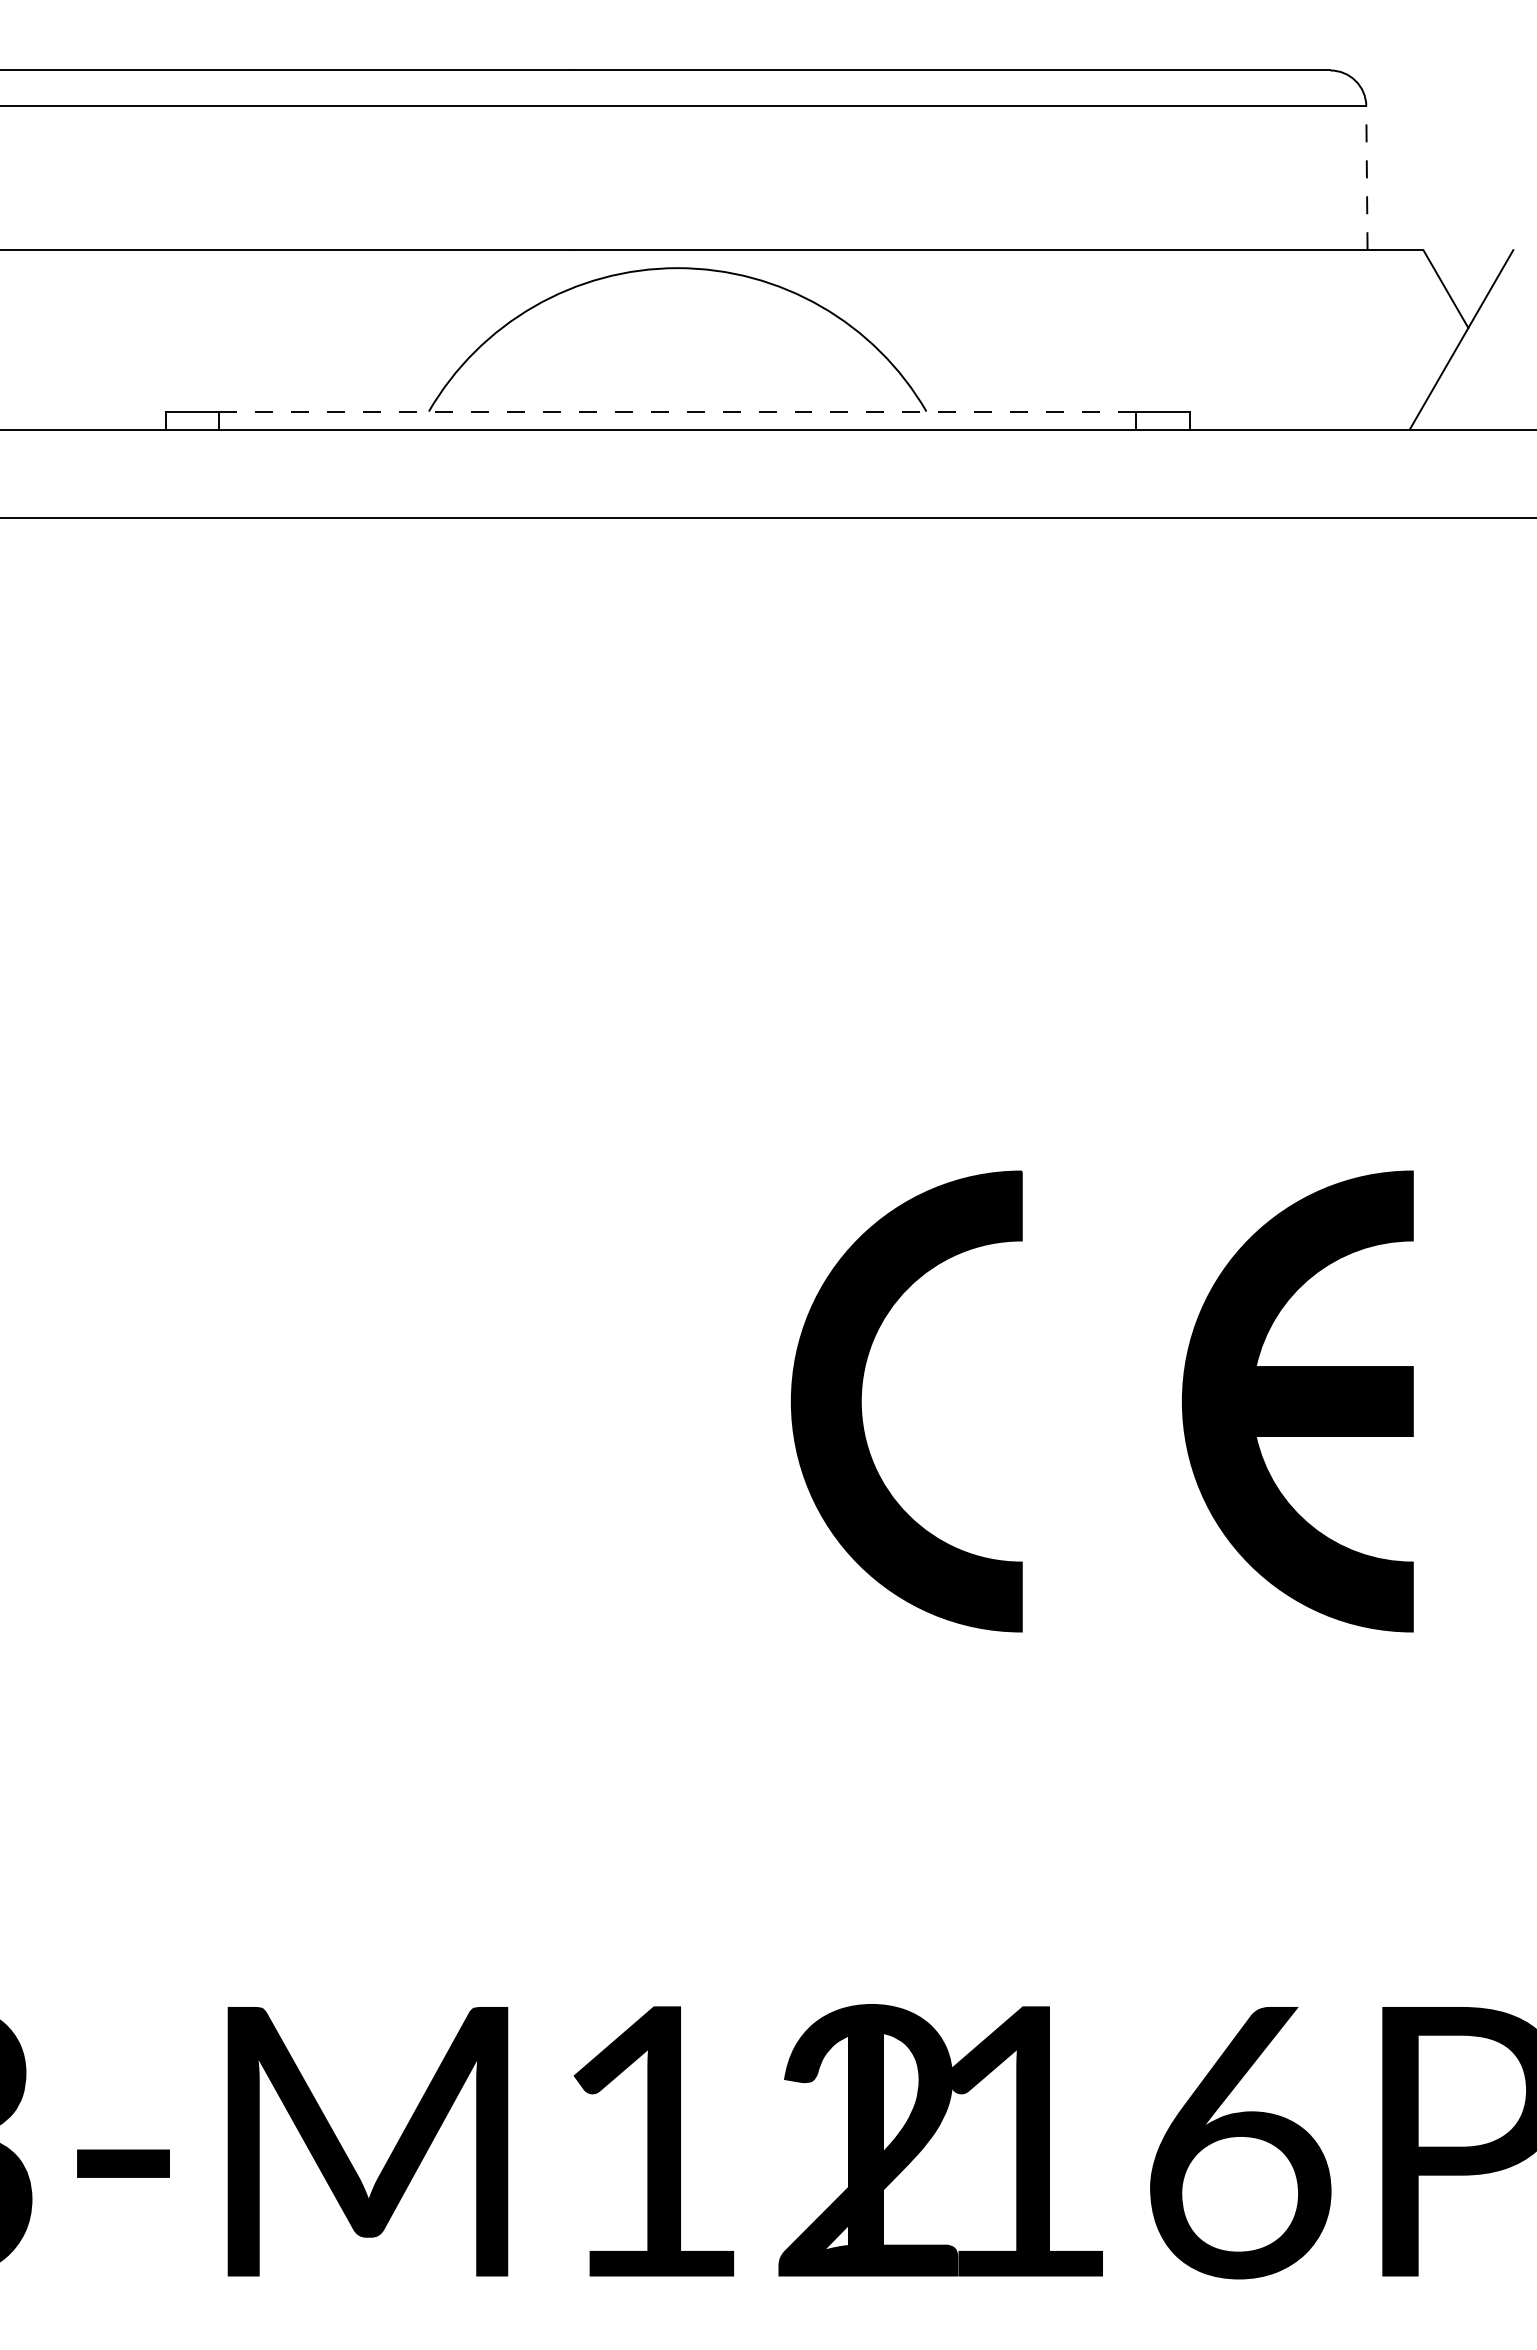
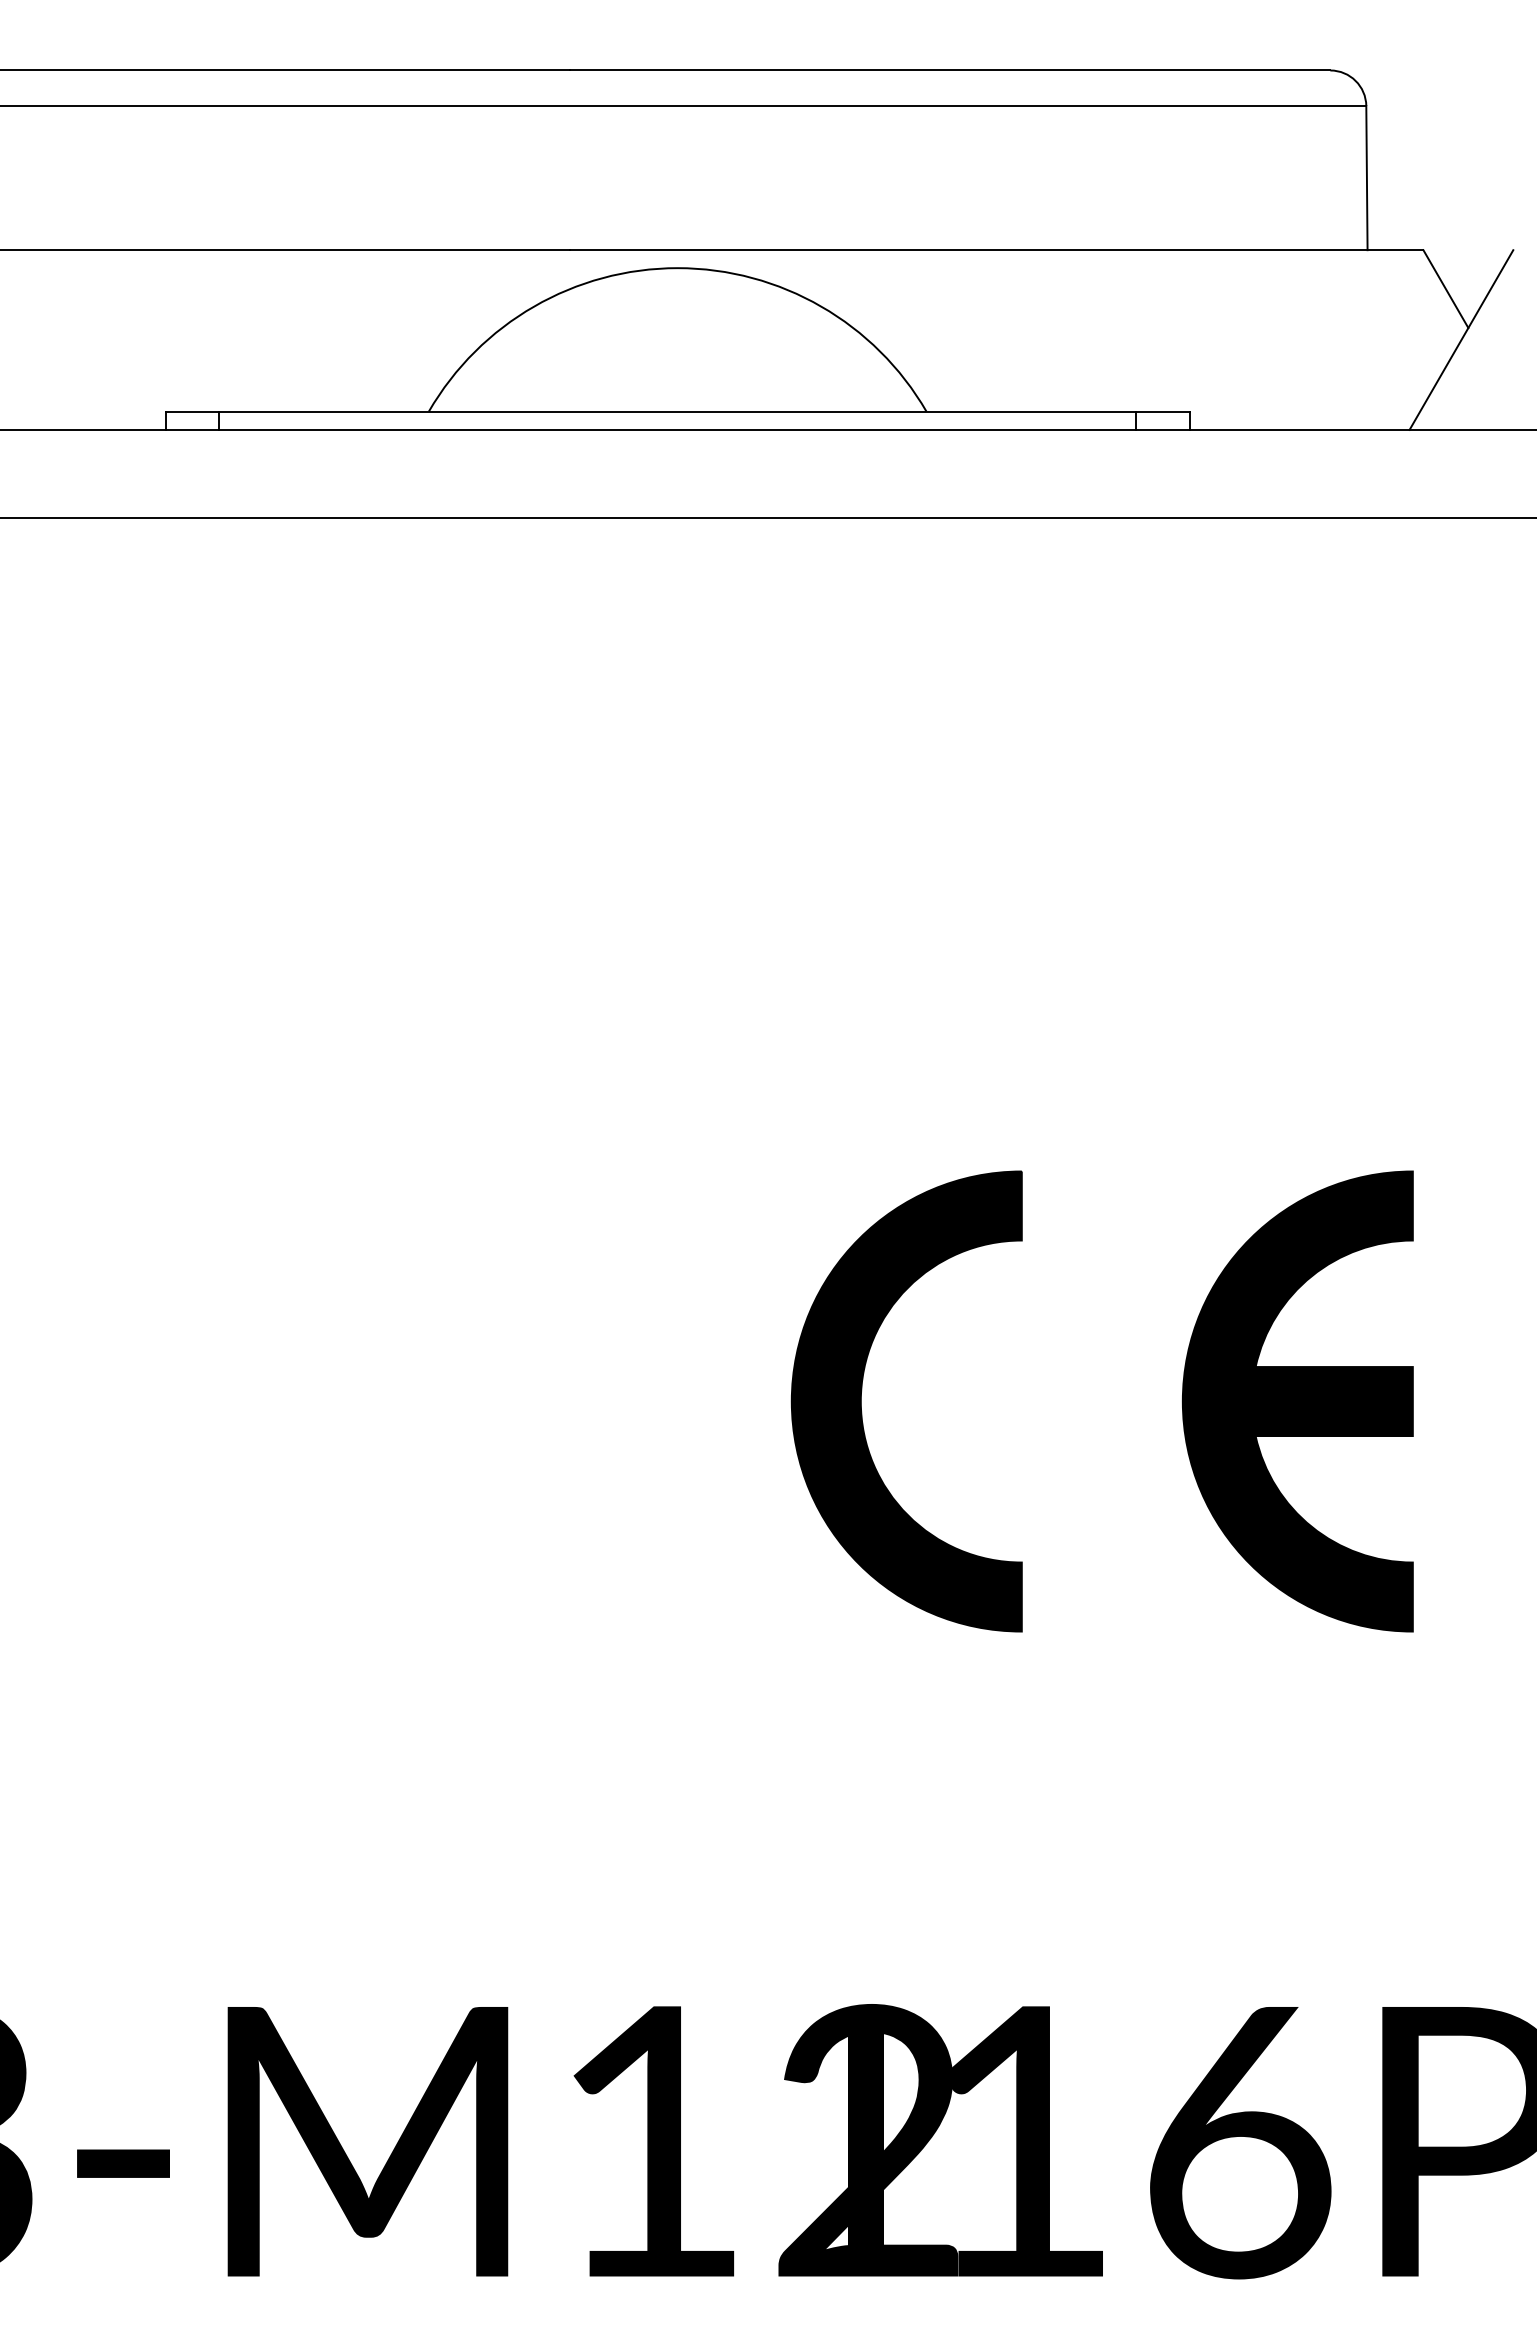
line at (1366, 177): dashed -> solid
line at (678, 411): dashed -> solid
